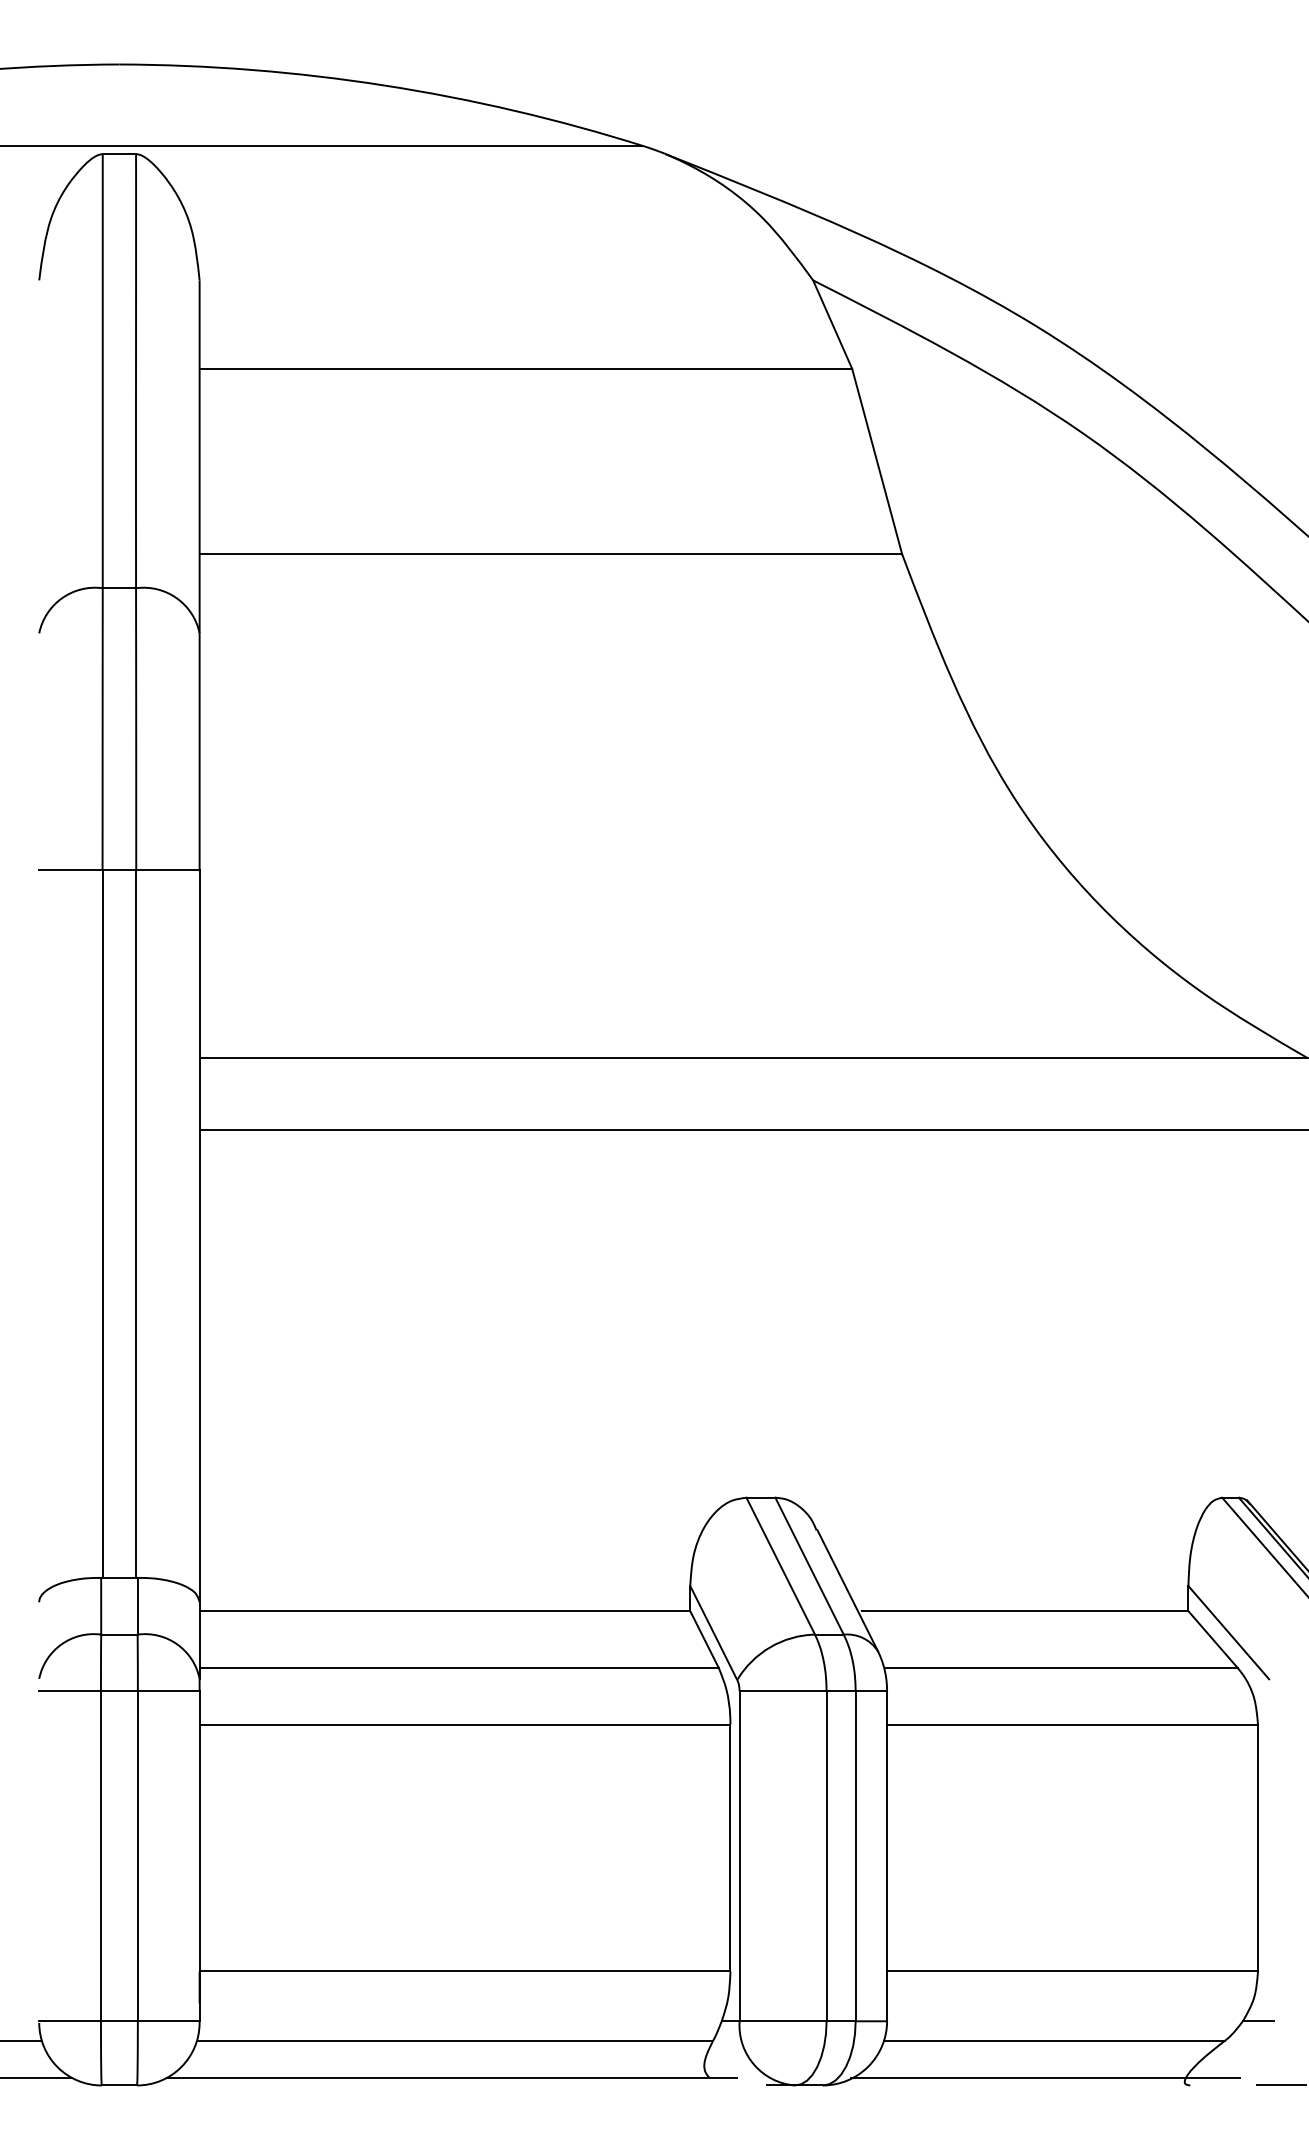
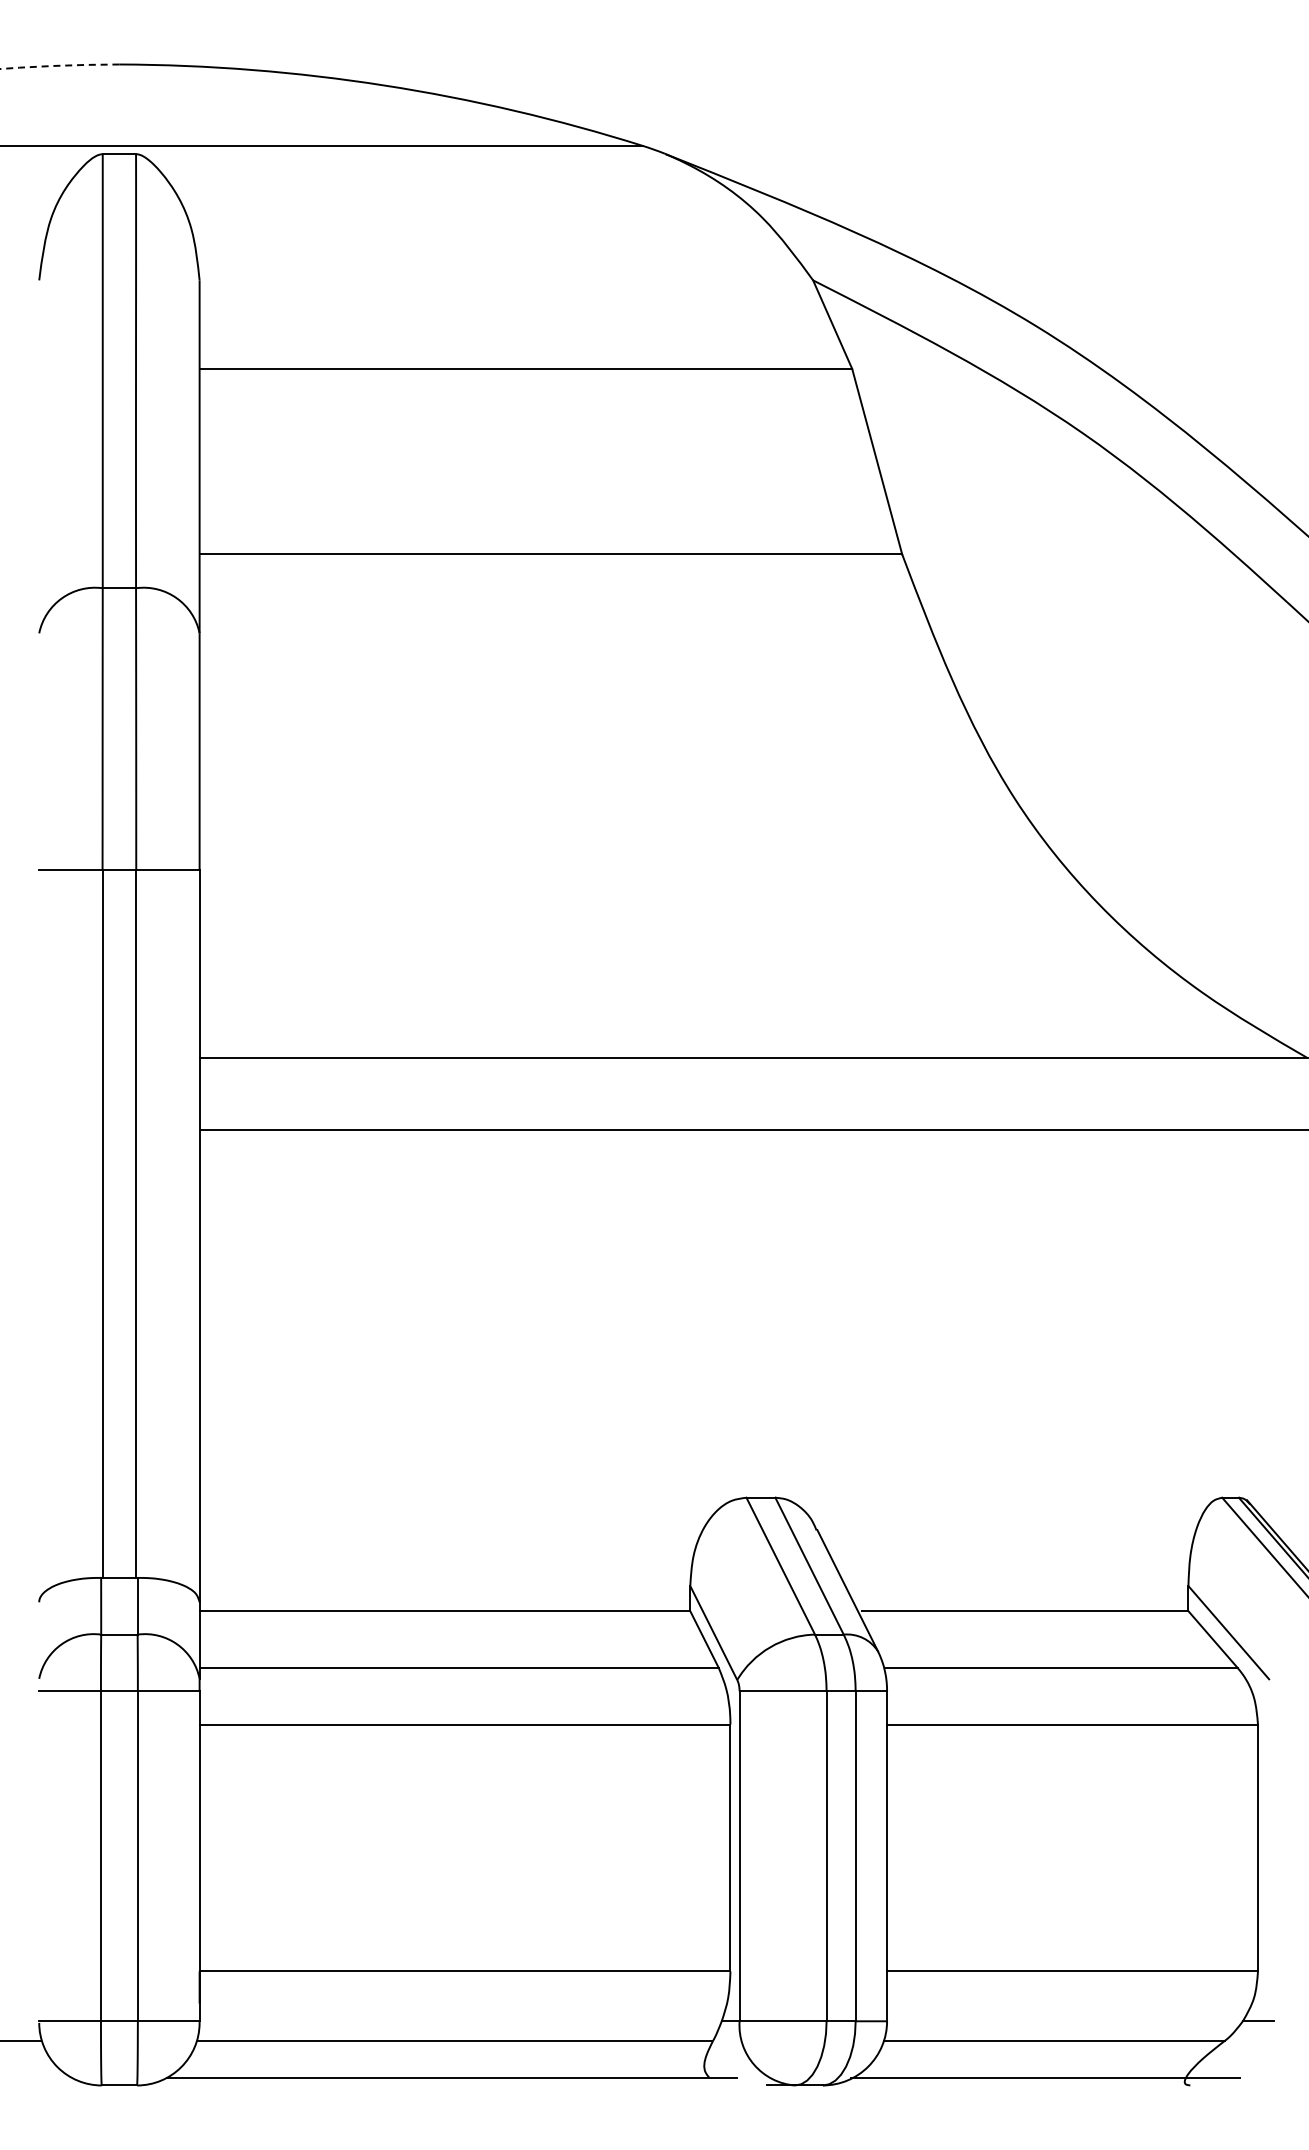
arc at (58, 65): solid -> dashed
line at (36, 2077): present -> none
line at (1281, 2085): present -> none
